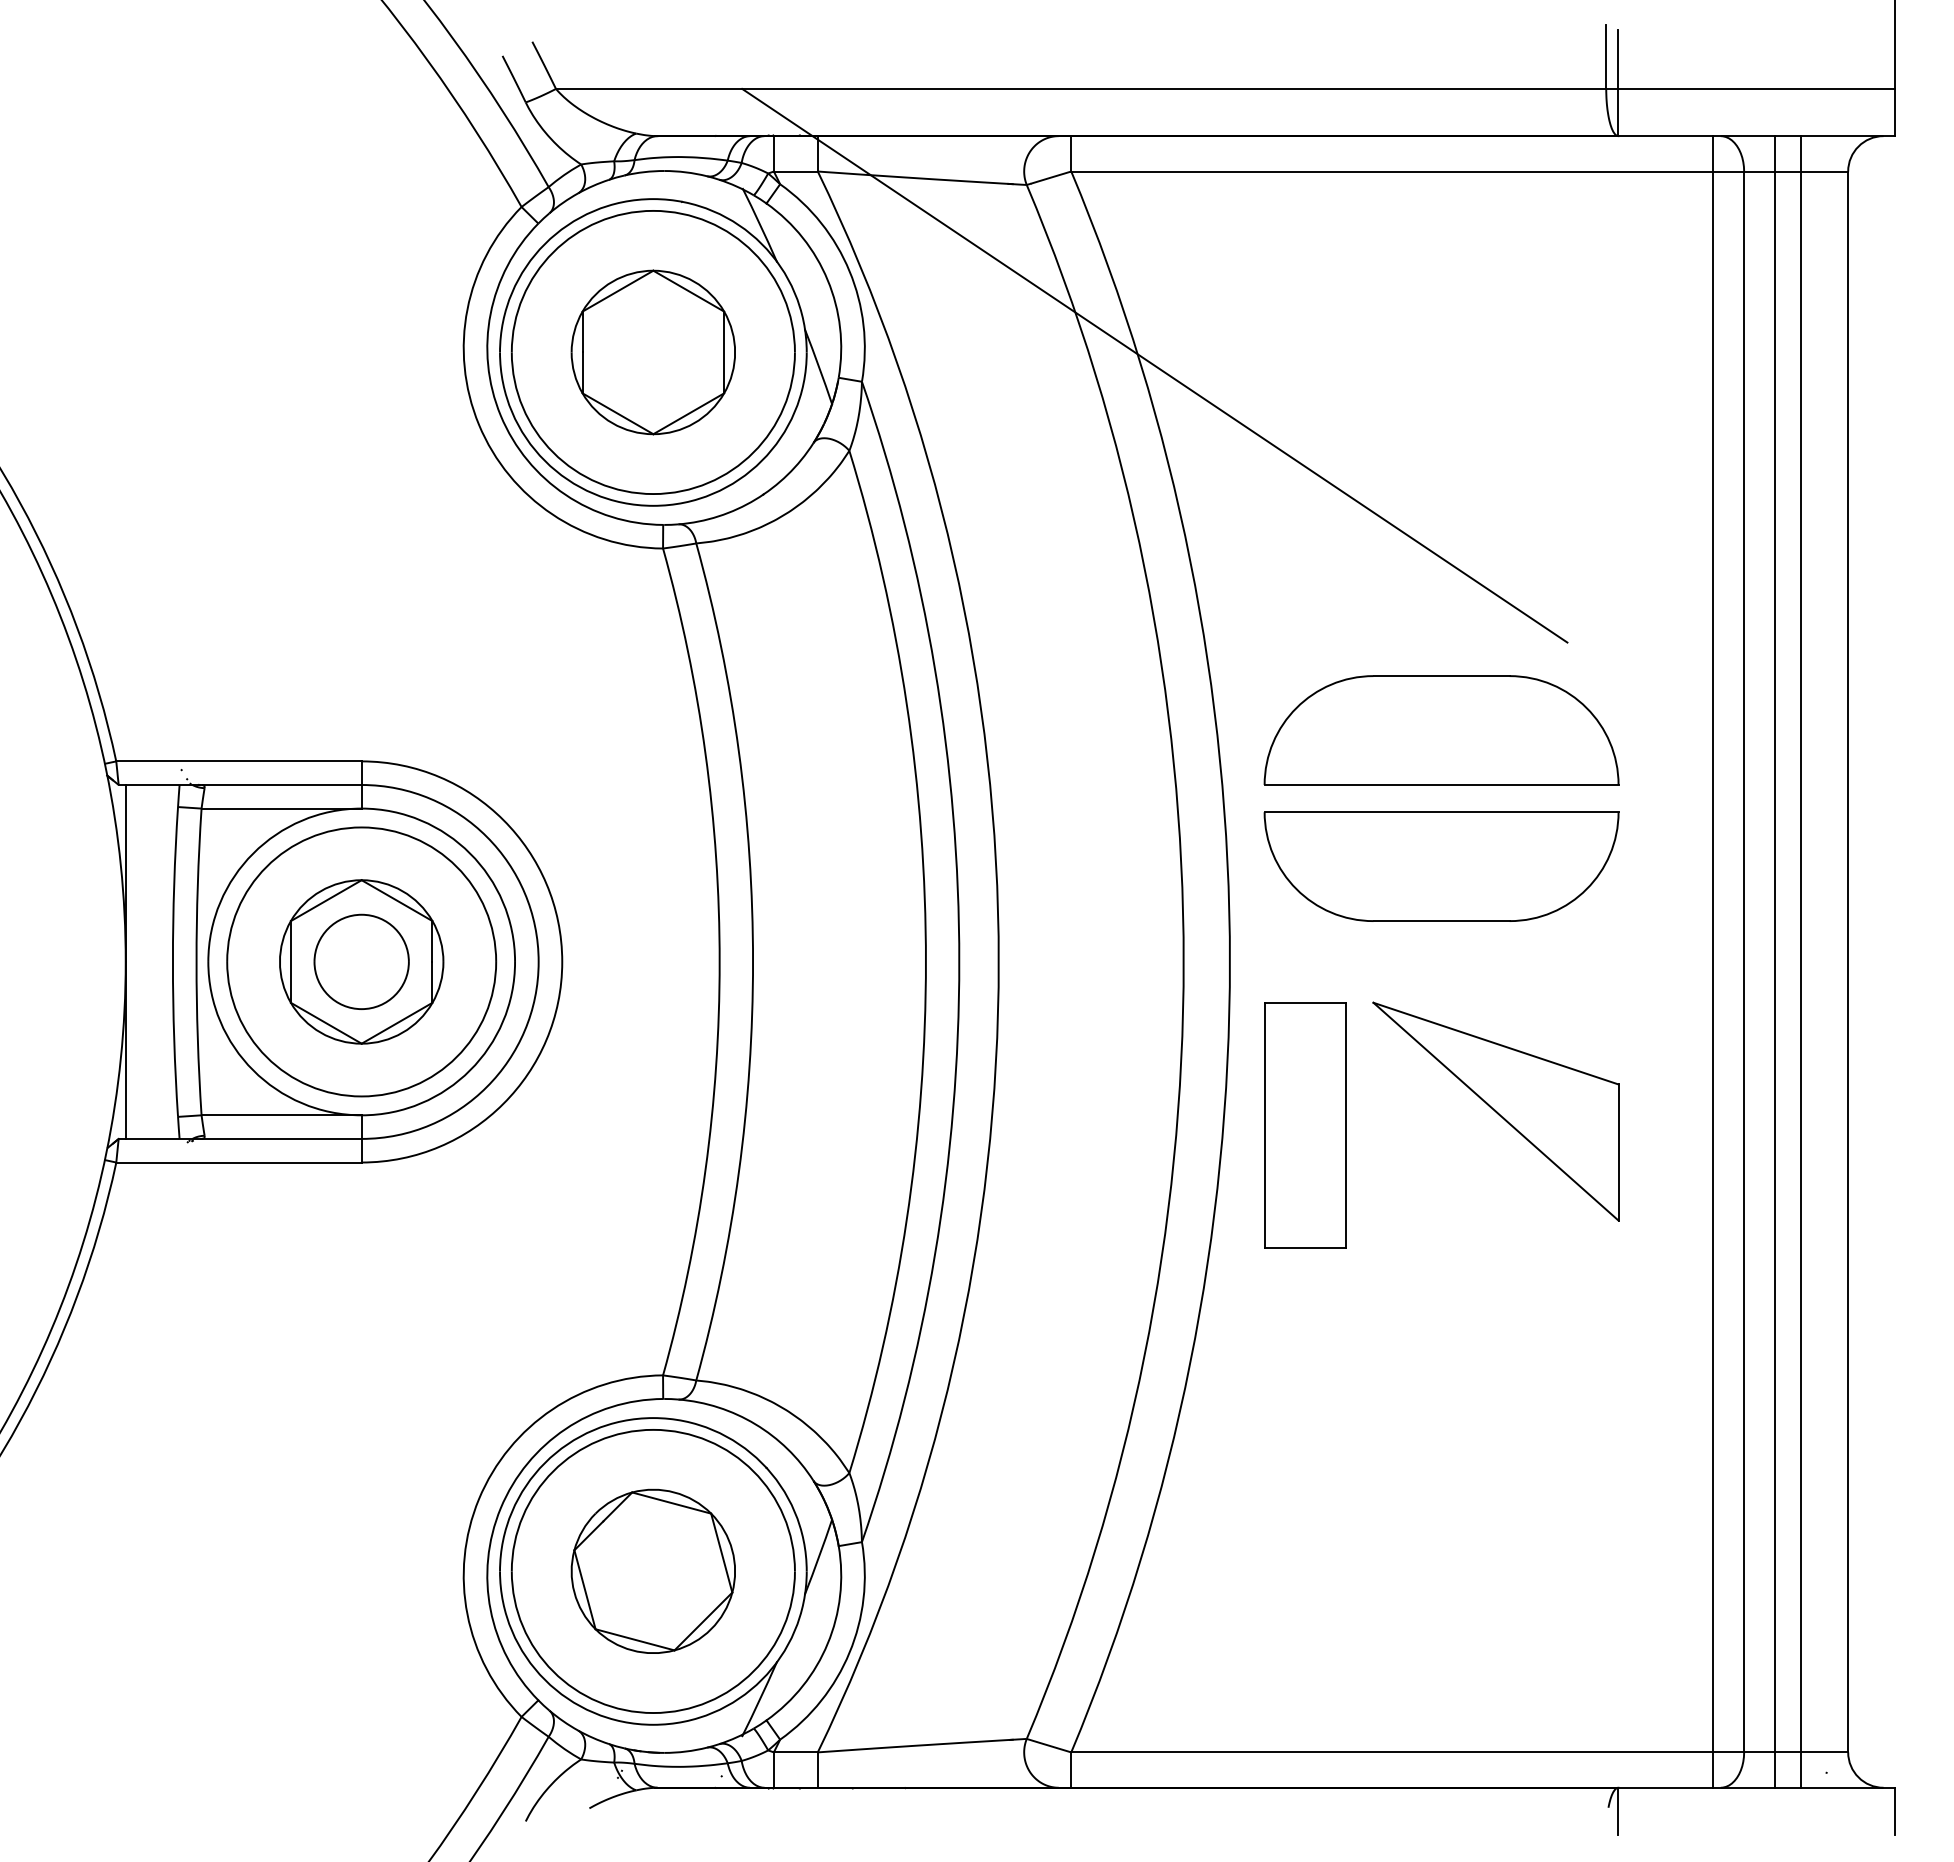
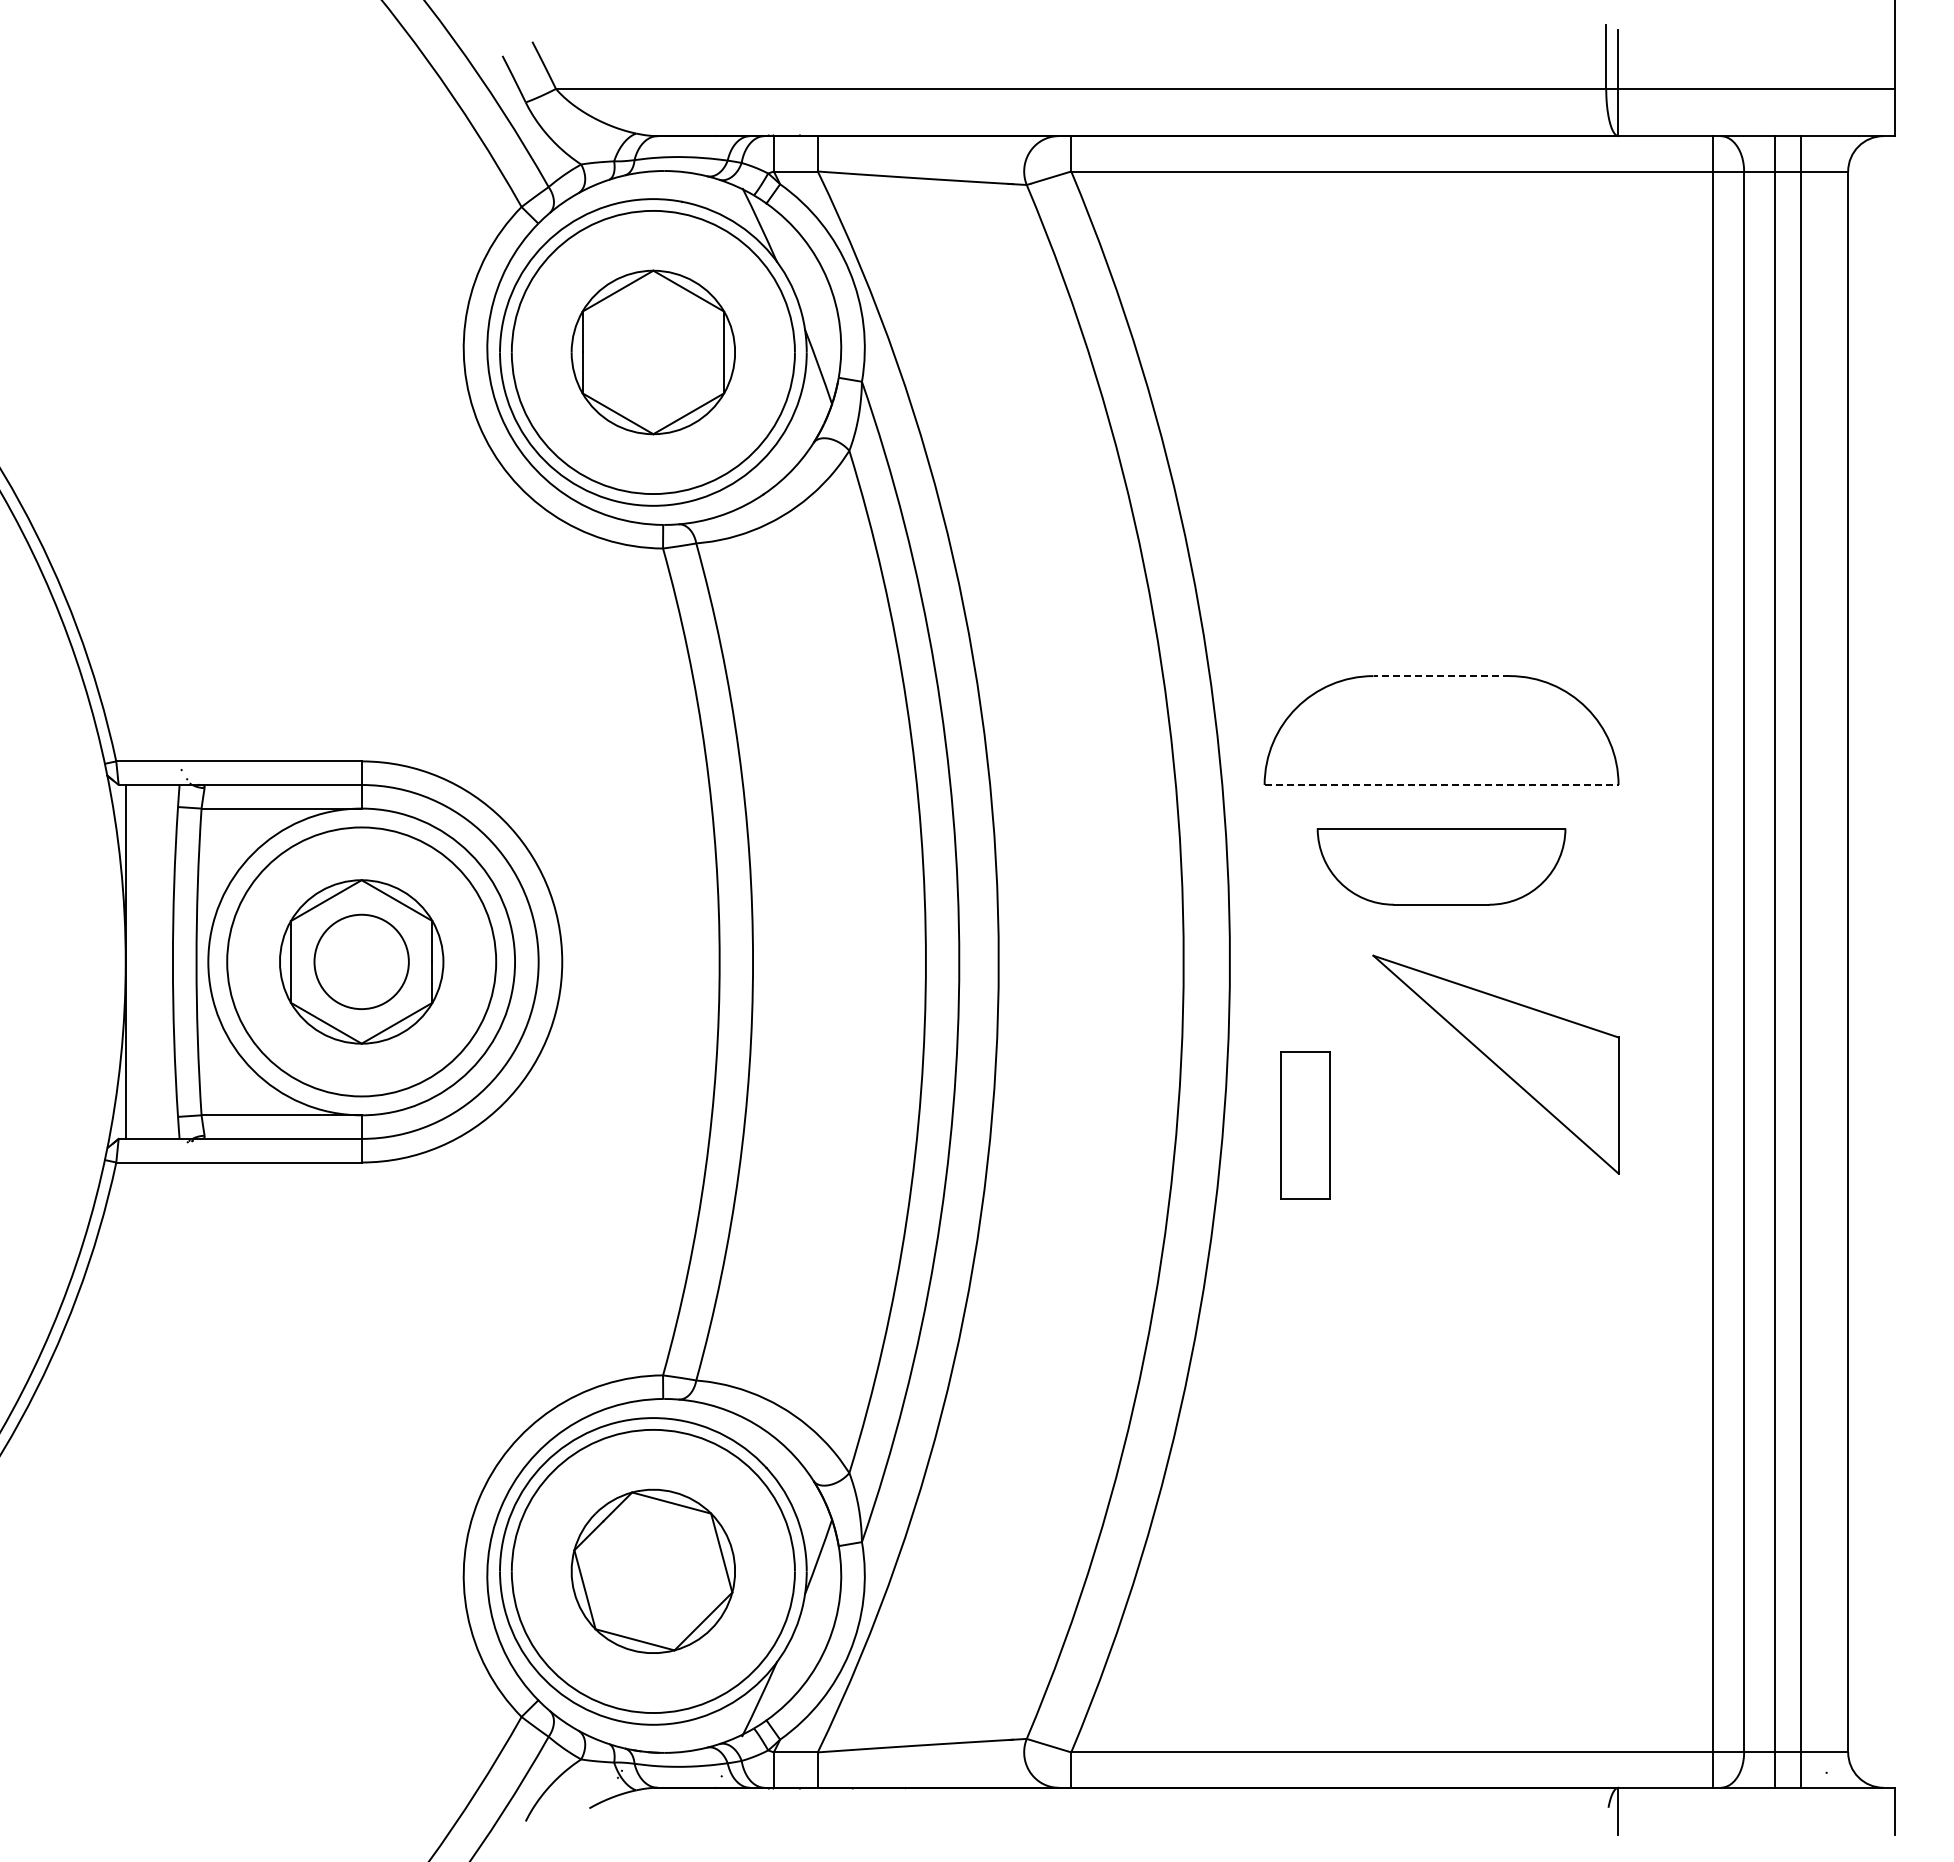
line at (1154, 365): present -> none
line at (1441, 676): solid -> dashed
line at (1441, 785): solid -> dashed
part at (1441, 866) size: 357x111 px -> 251x78 px
part at (1495, 1111) position: (1495, 1111) -> (1495, 1064)
part at (1305, 1125) size: 83x247 px -> 51x149 px
